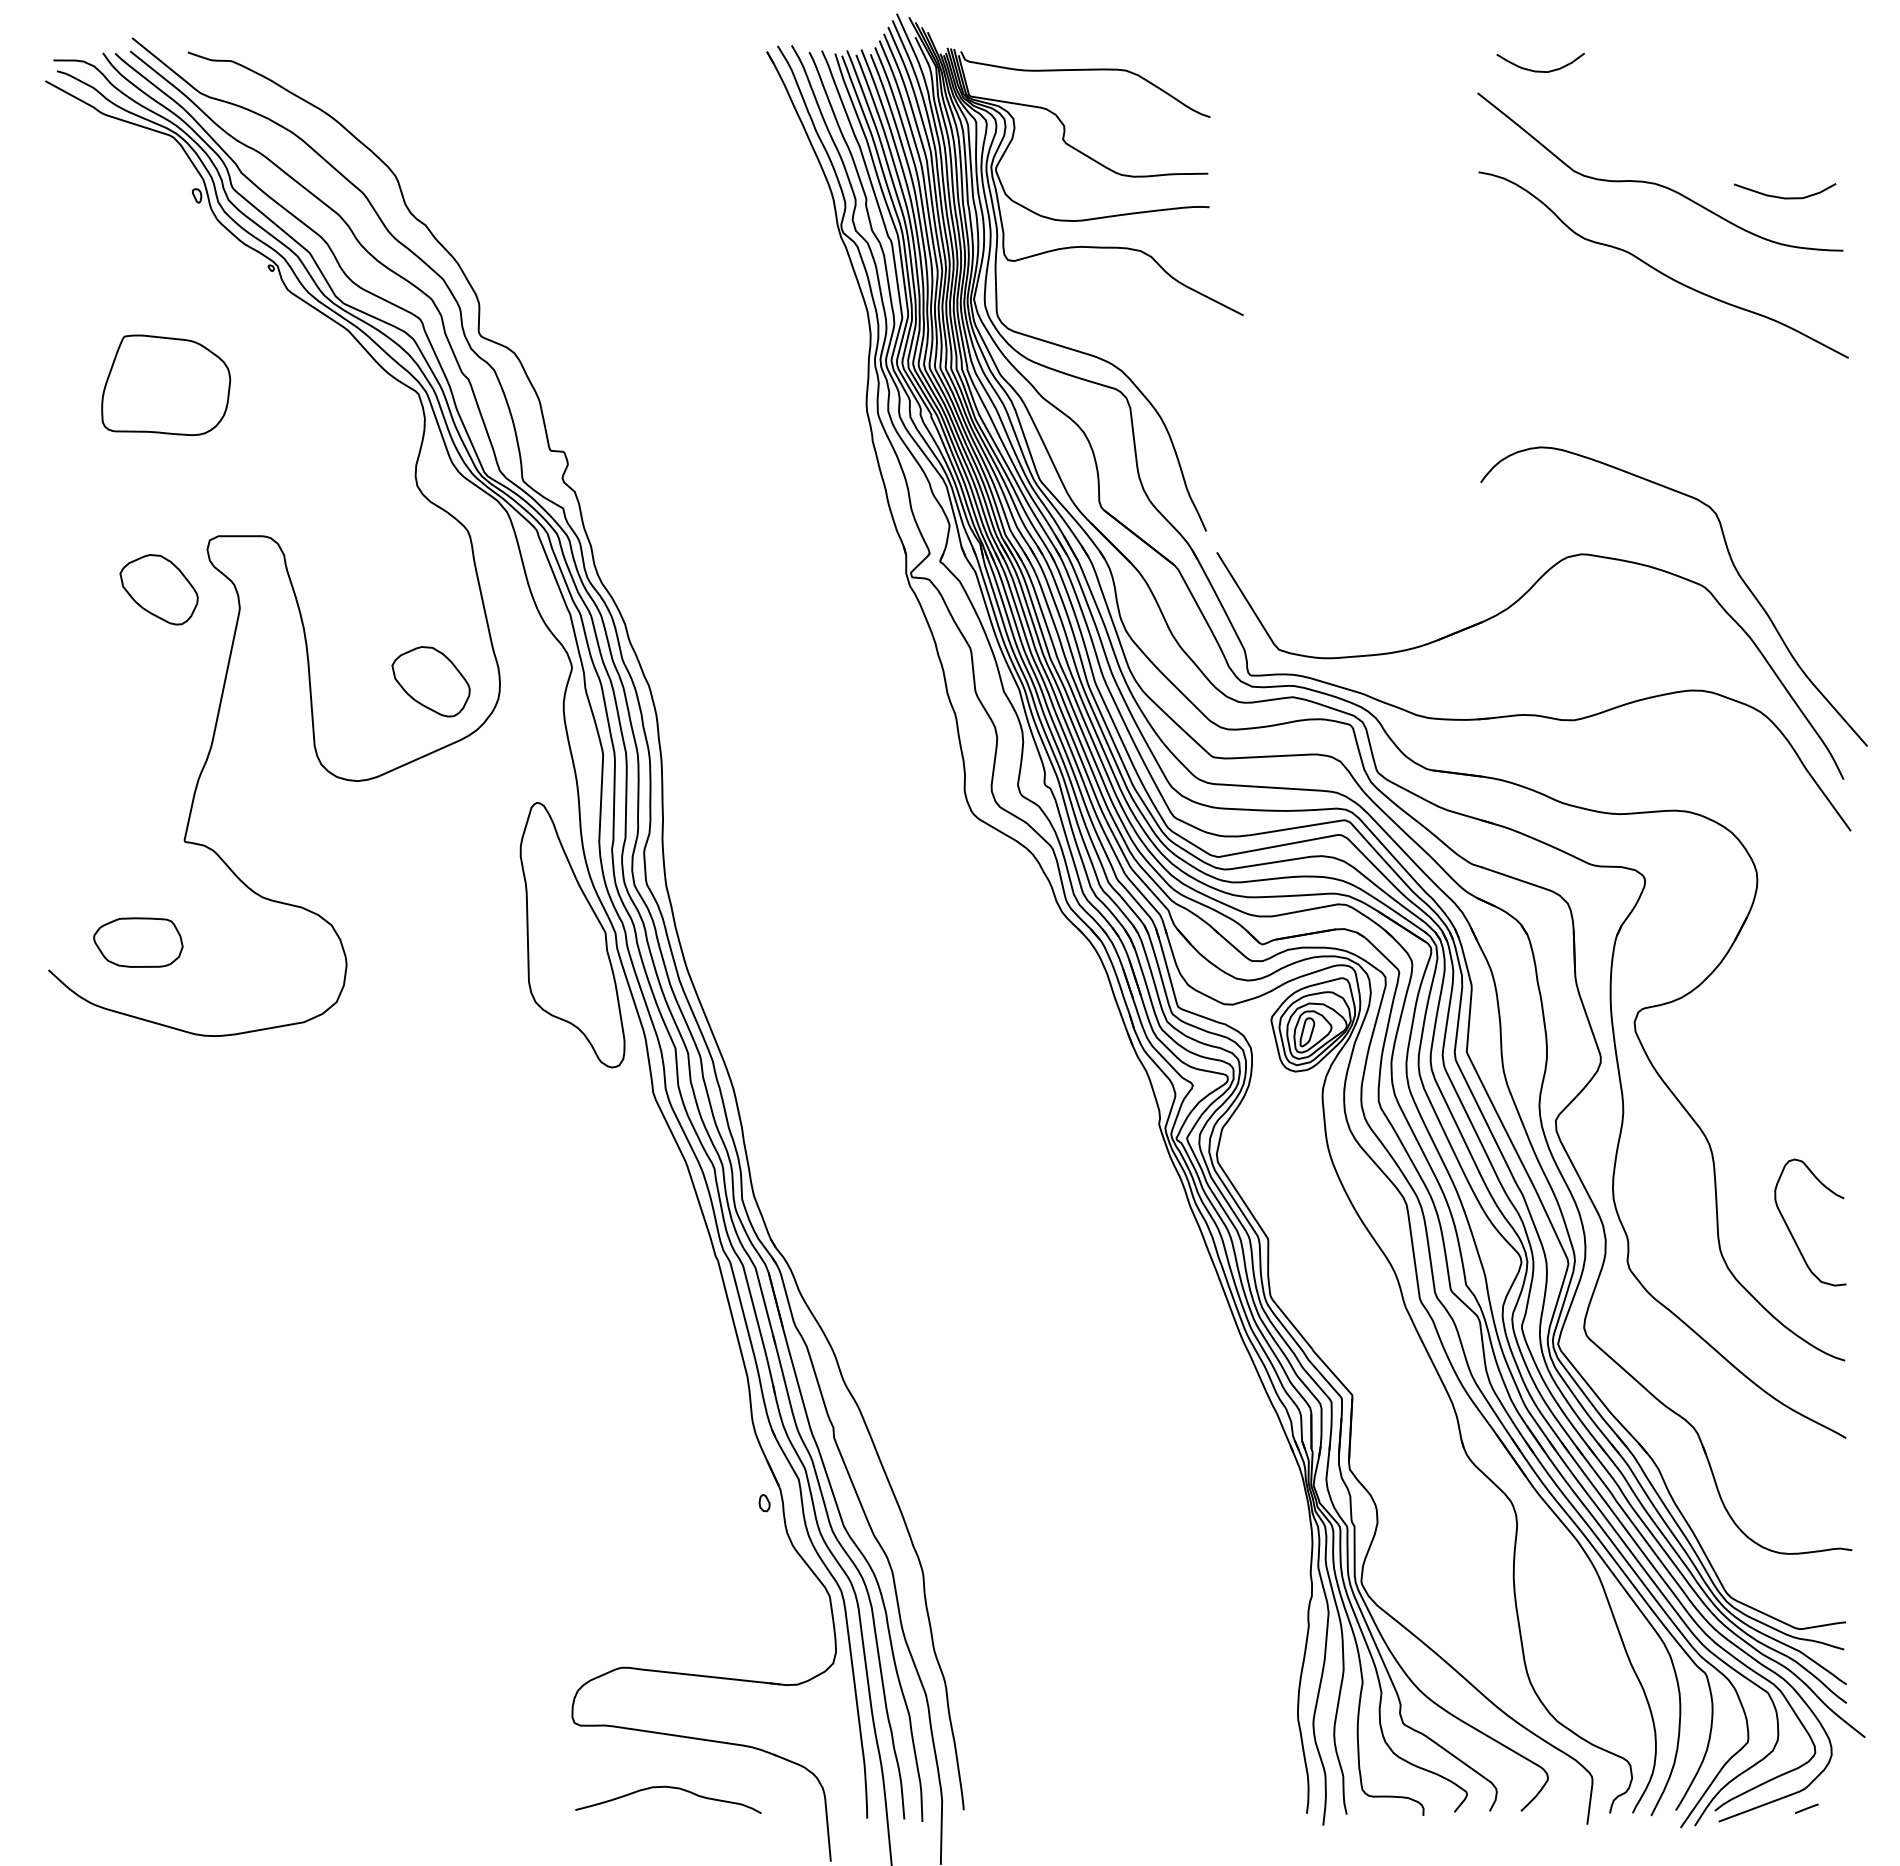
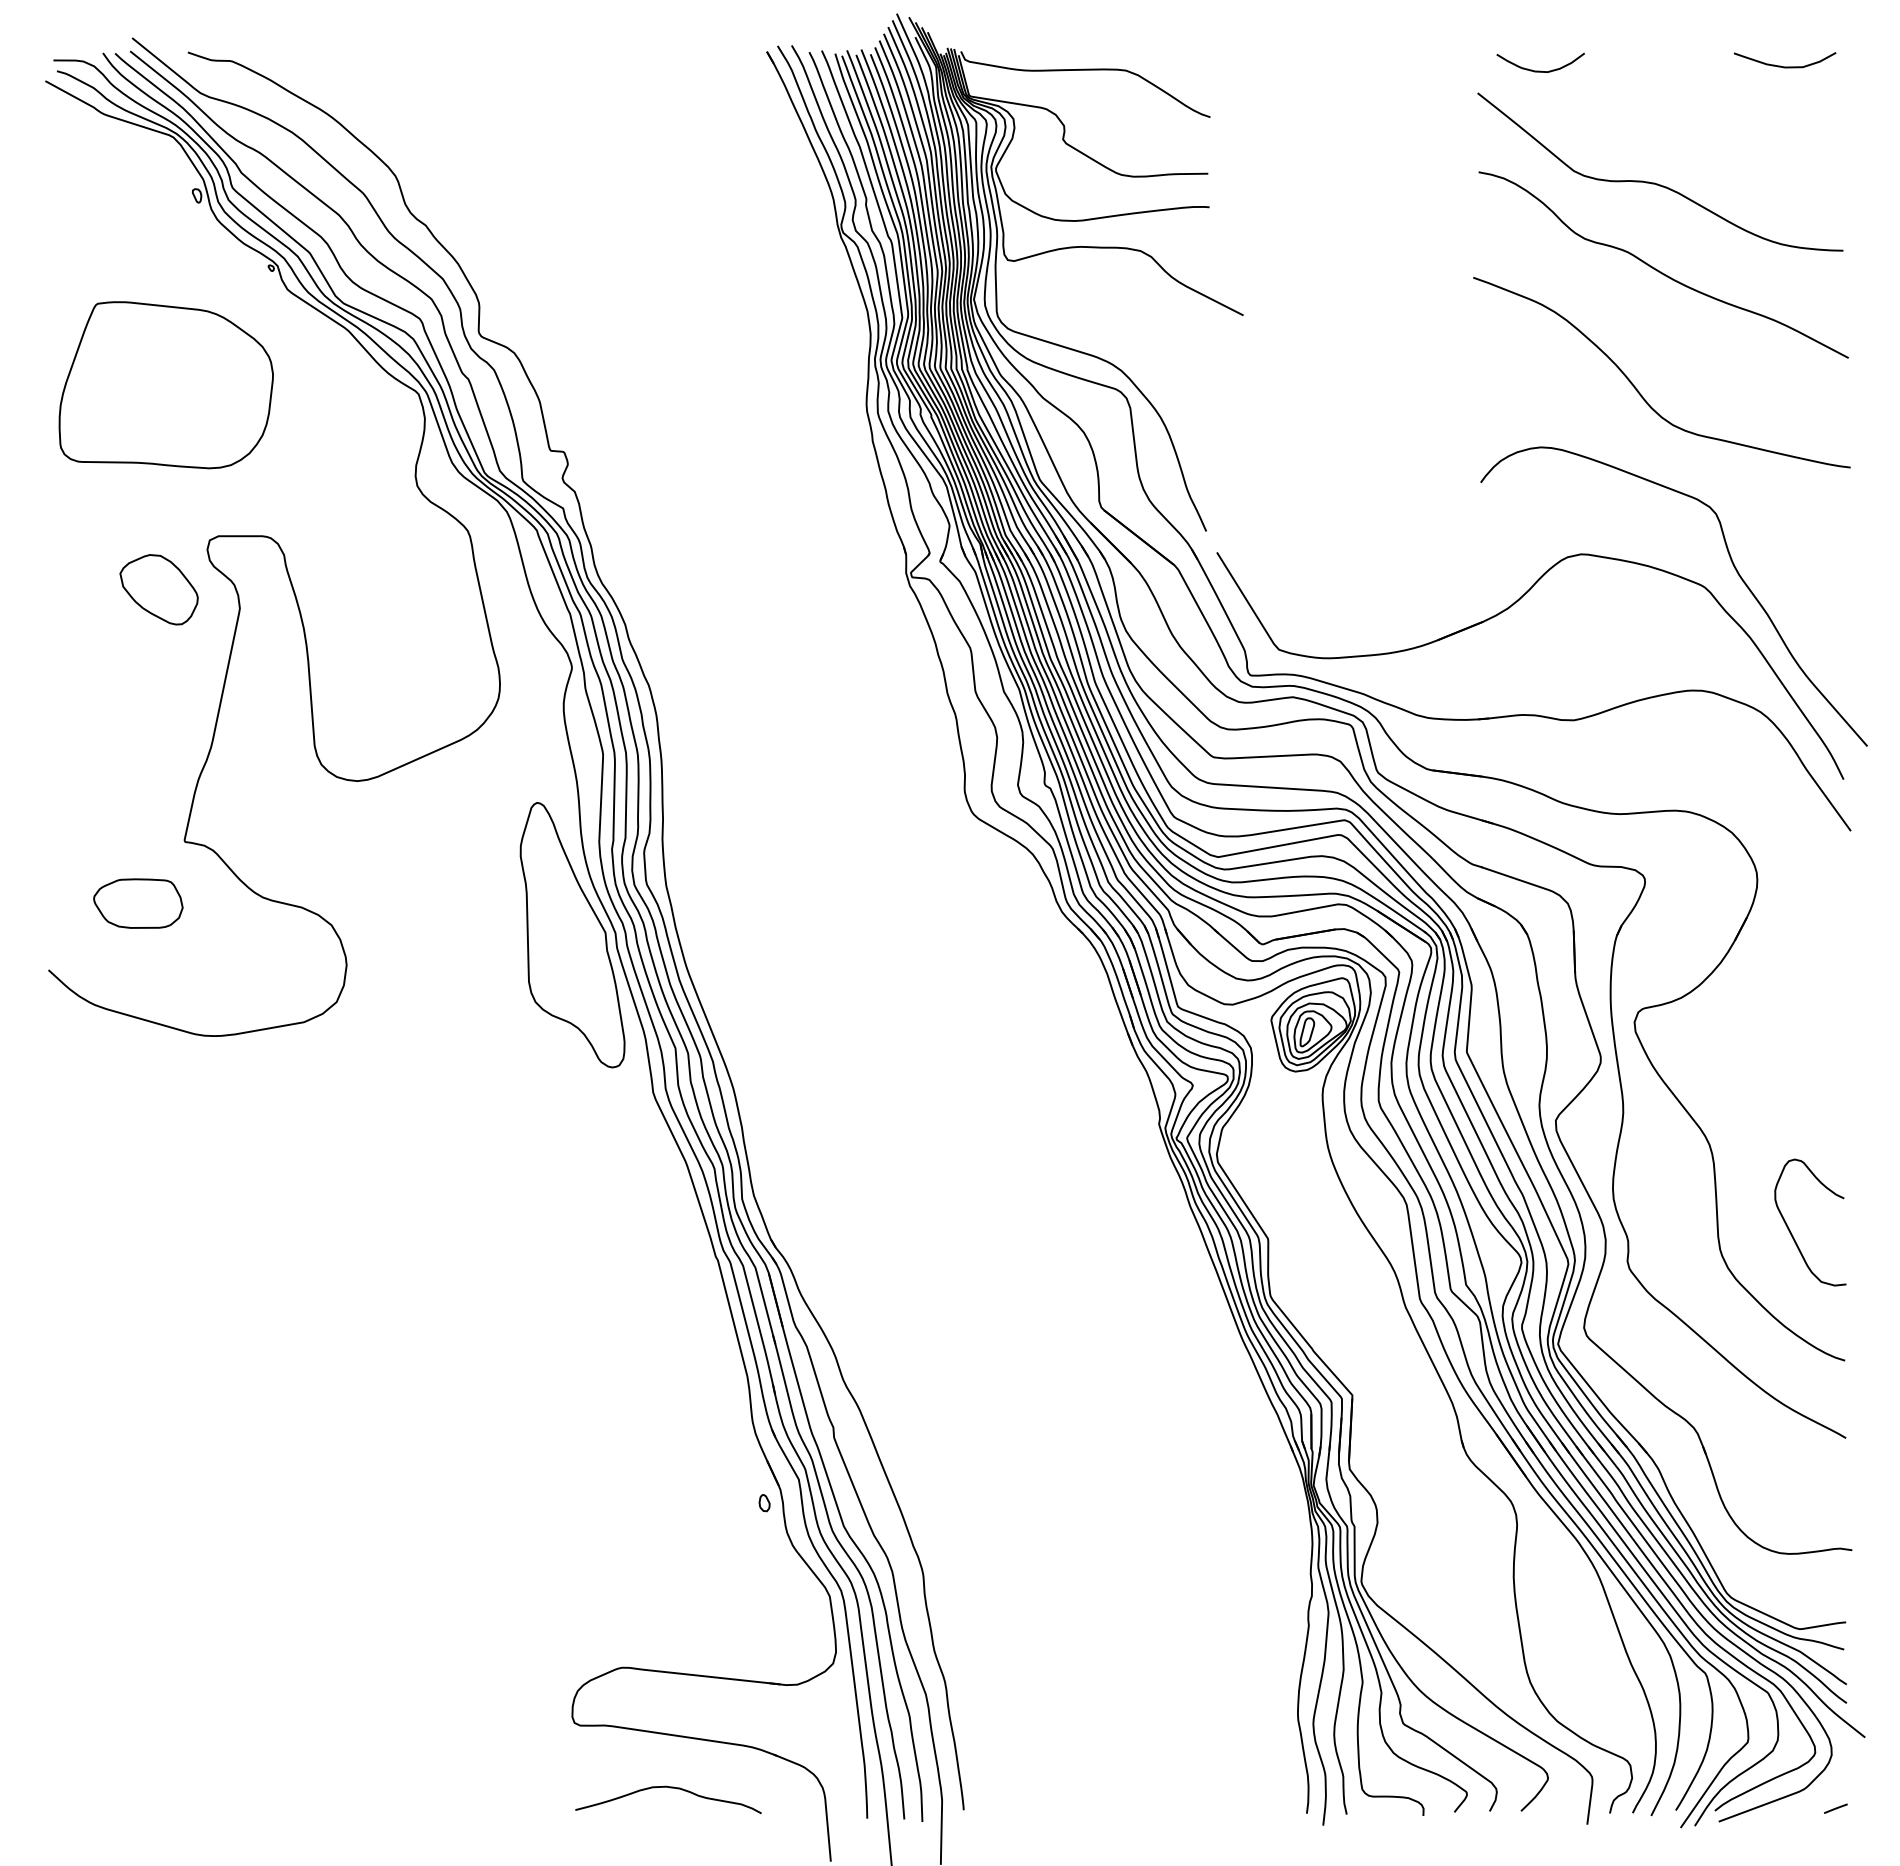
curve at (1785, 197) position: (1785, 197) -> (1785, 66)
part at (166, 385) size: 131x103 px -> 216x169 px
curve at (1639, 391): none -> present
part at (430, 681): present -> none
part at (138, 942) position: (138, 942) -> (138, 903)
line at (1806, 1808) position: (1806, 1808) -> (1835, 1808)
